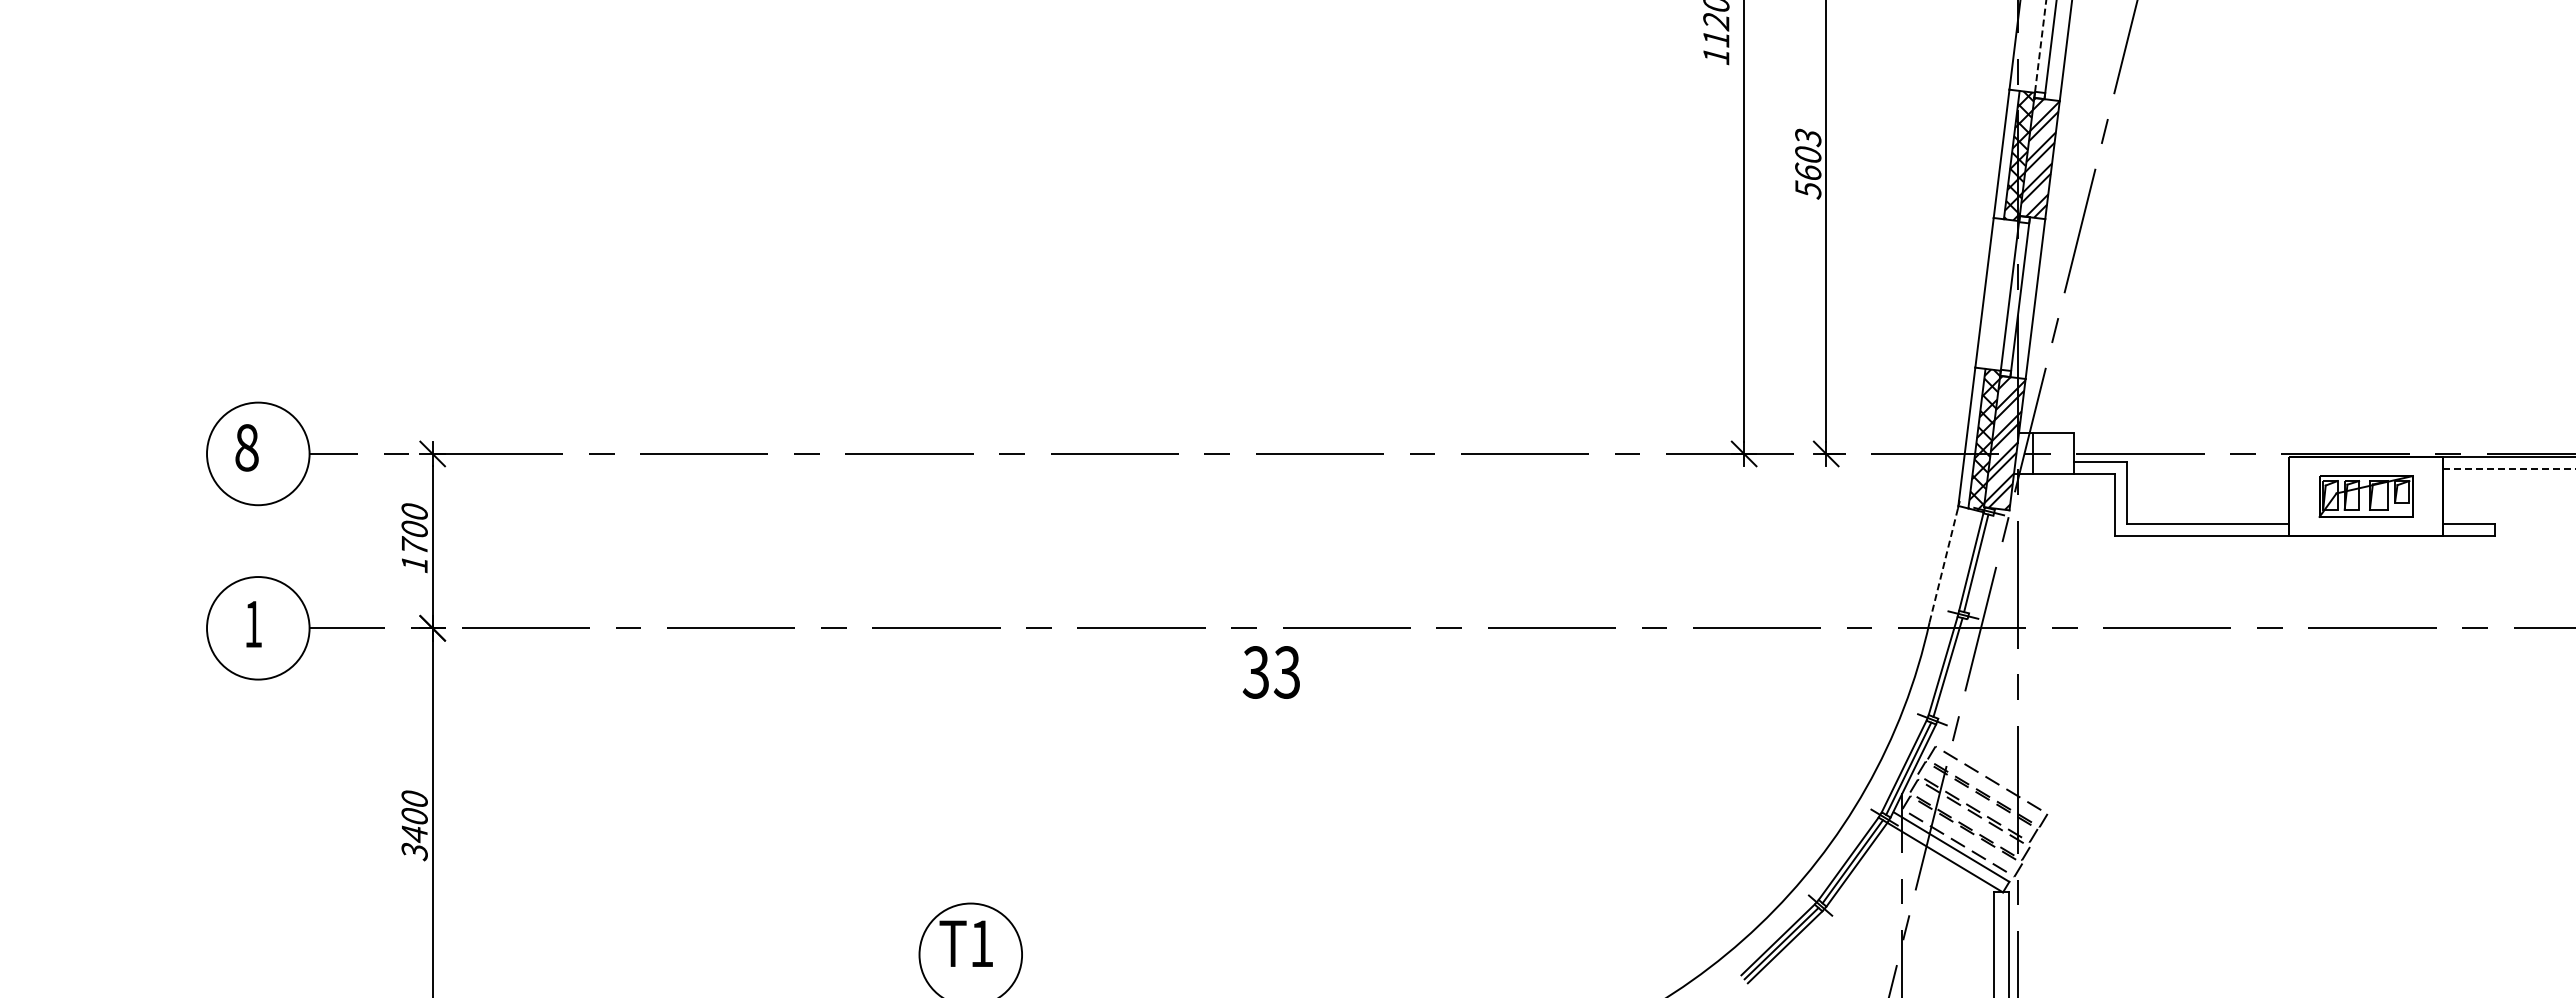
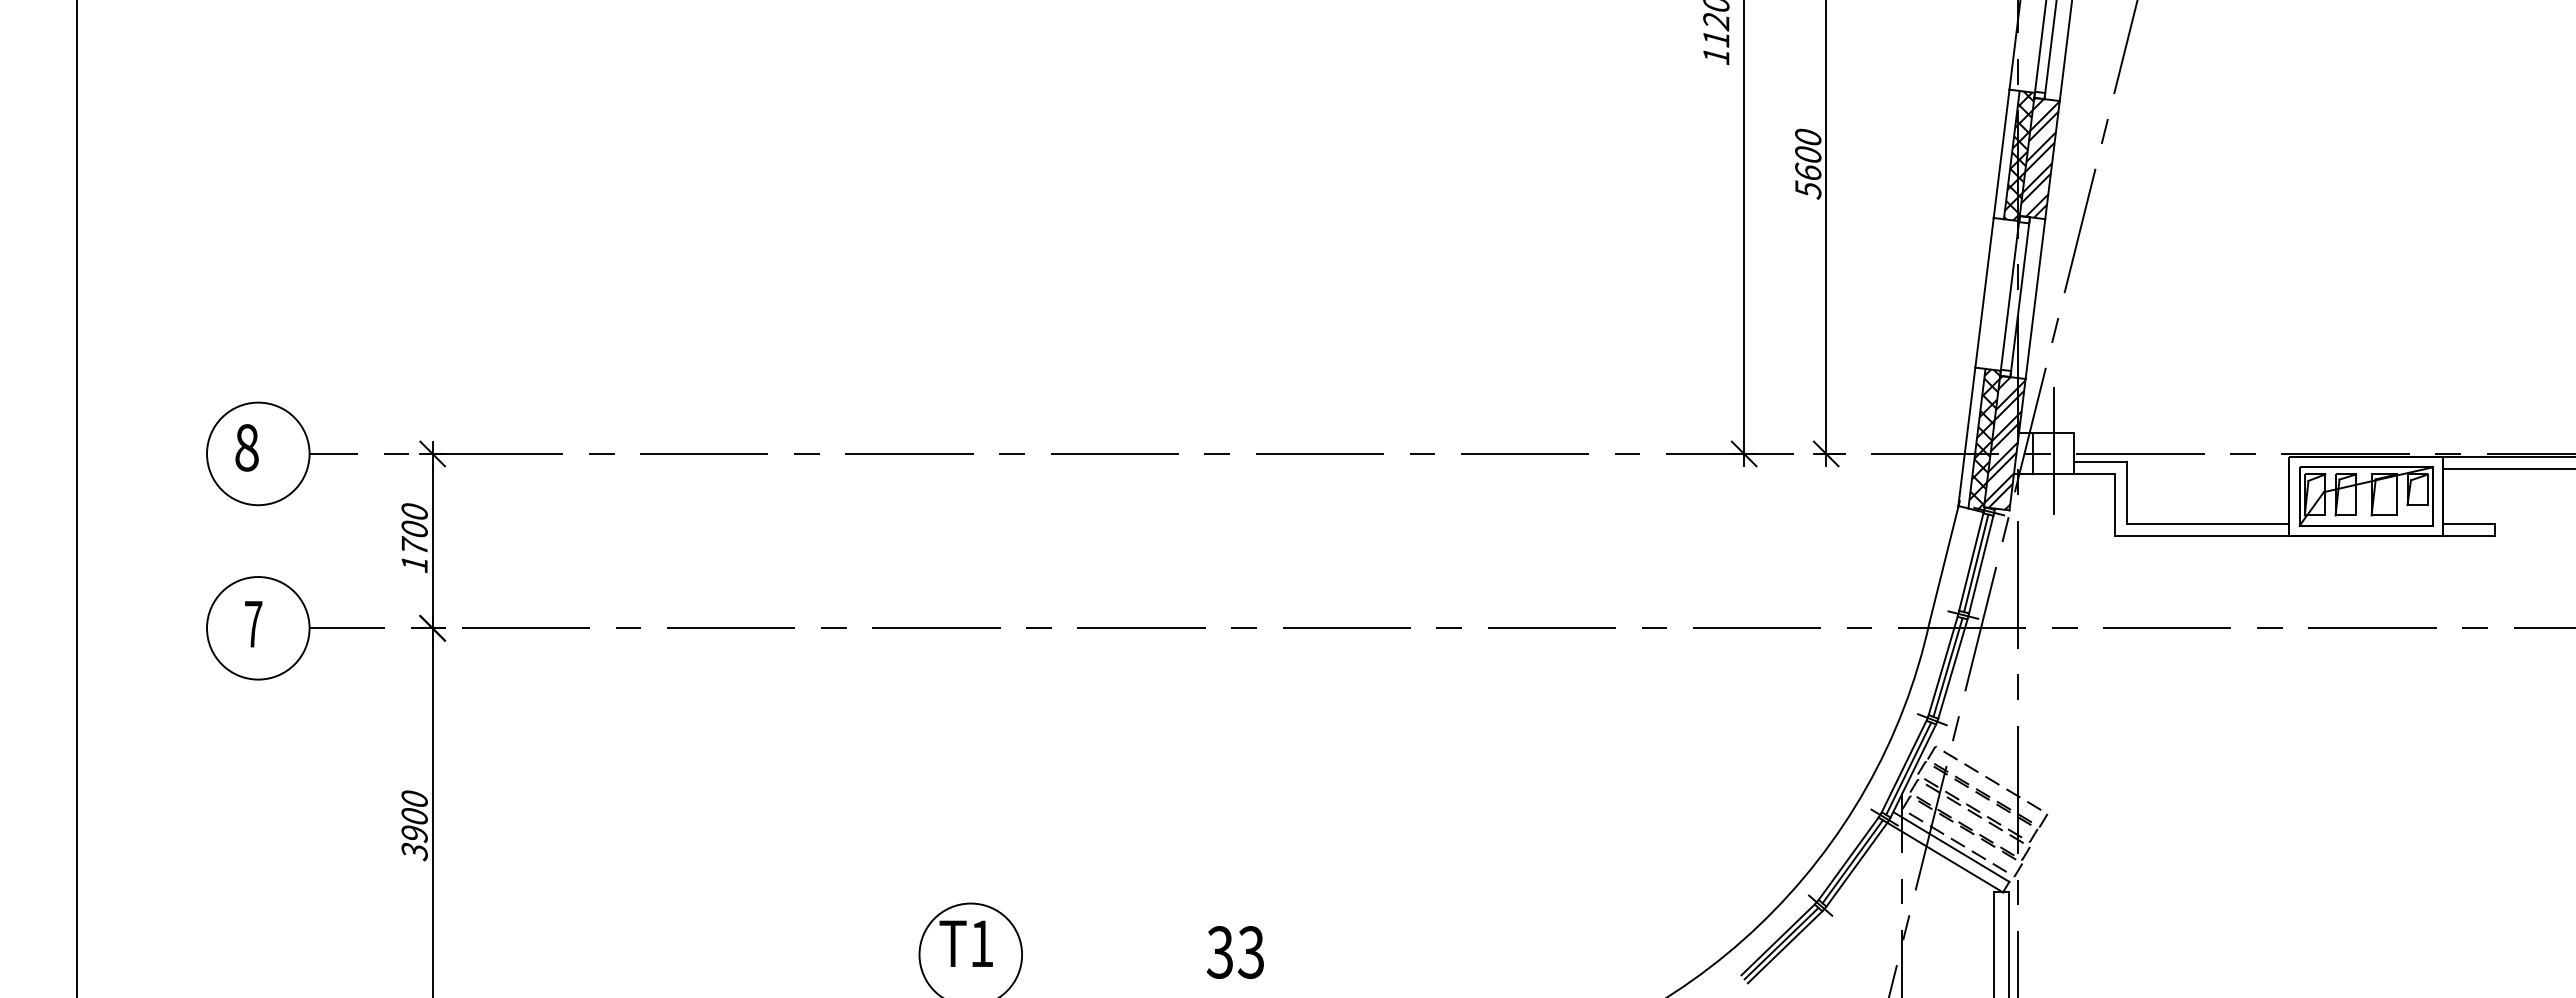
line at (2040, 47): dashed -> solid
text at (1808, 137): 5603 -> 5600
line at (2053, 443): none -> present
line at (2509, 469): dashed -> solid
part at (2365, 496) size: 96x43 px -> 136x61 px
line at (77, 498): none -> present
line at (1944, 561): dashed -> solid
line at (1981, 564): none -> present
text at (253, 624): 1 -> 7
line at (1952, 668): none -> present
text at (1270, 672) position: (1270, 672) -> (1234, 952)
text at (414, 834): 3400 -> 3900
